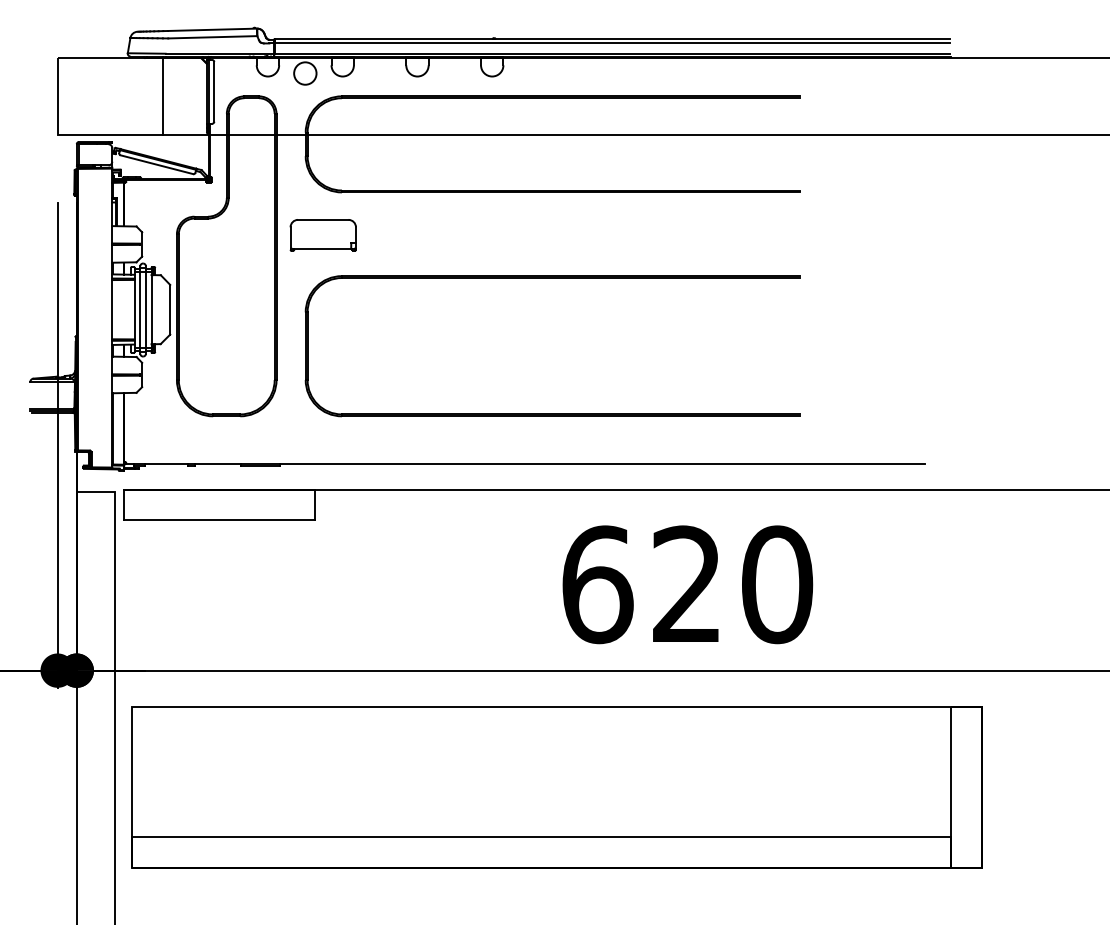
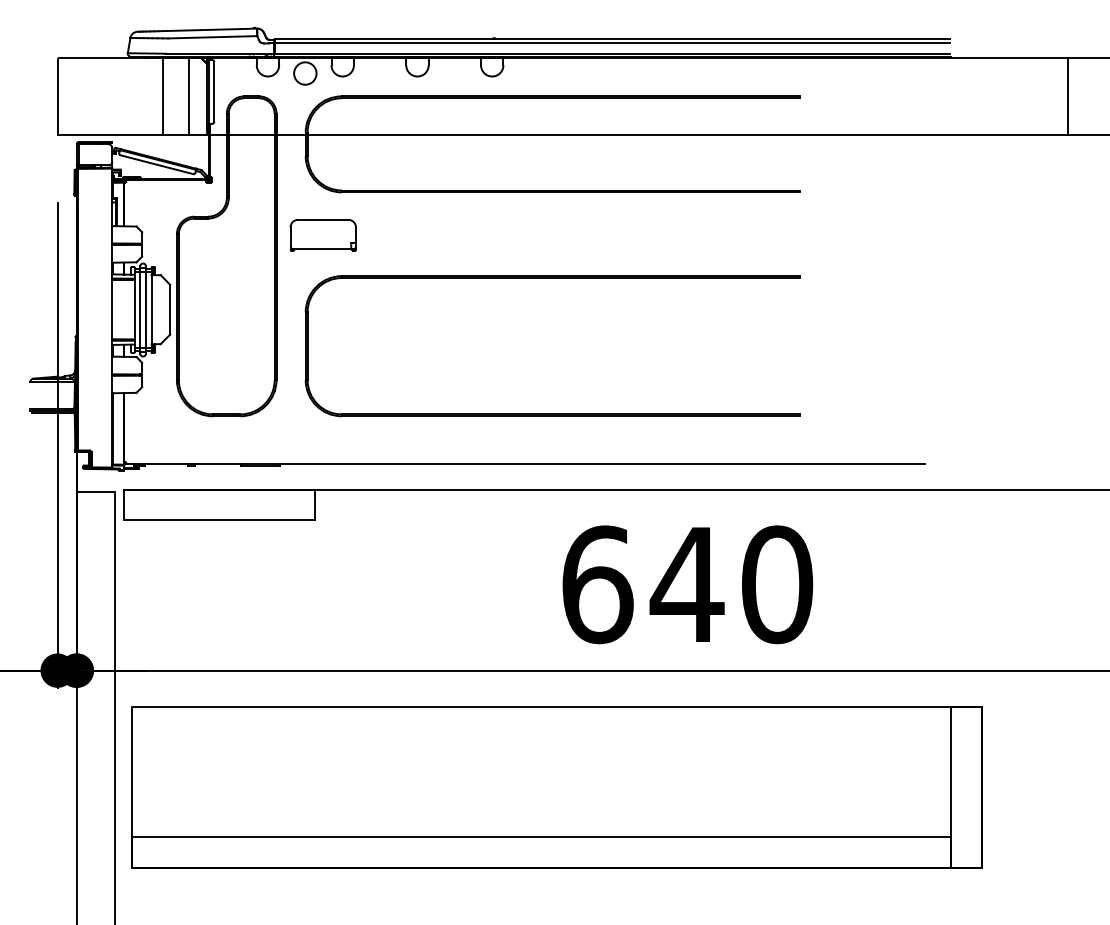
line at (189, 96): none -> present
line at (1067, 96): none -> present
text at (686, 583): 620 -> 640
